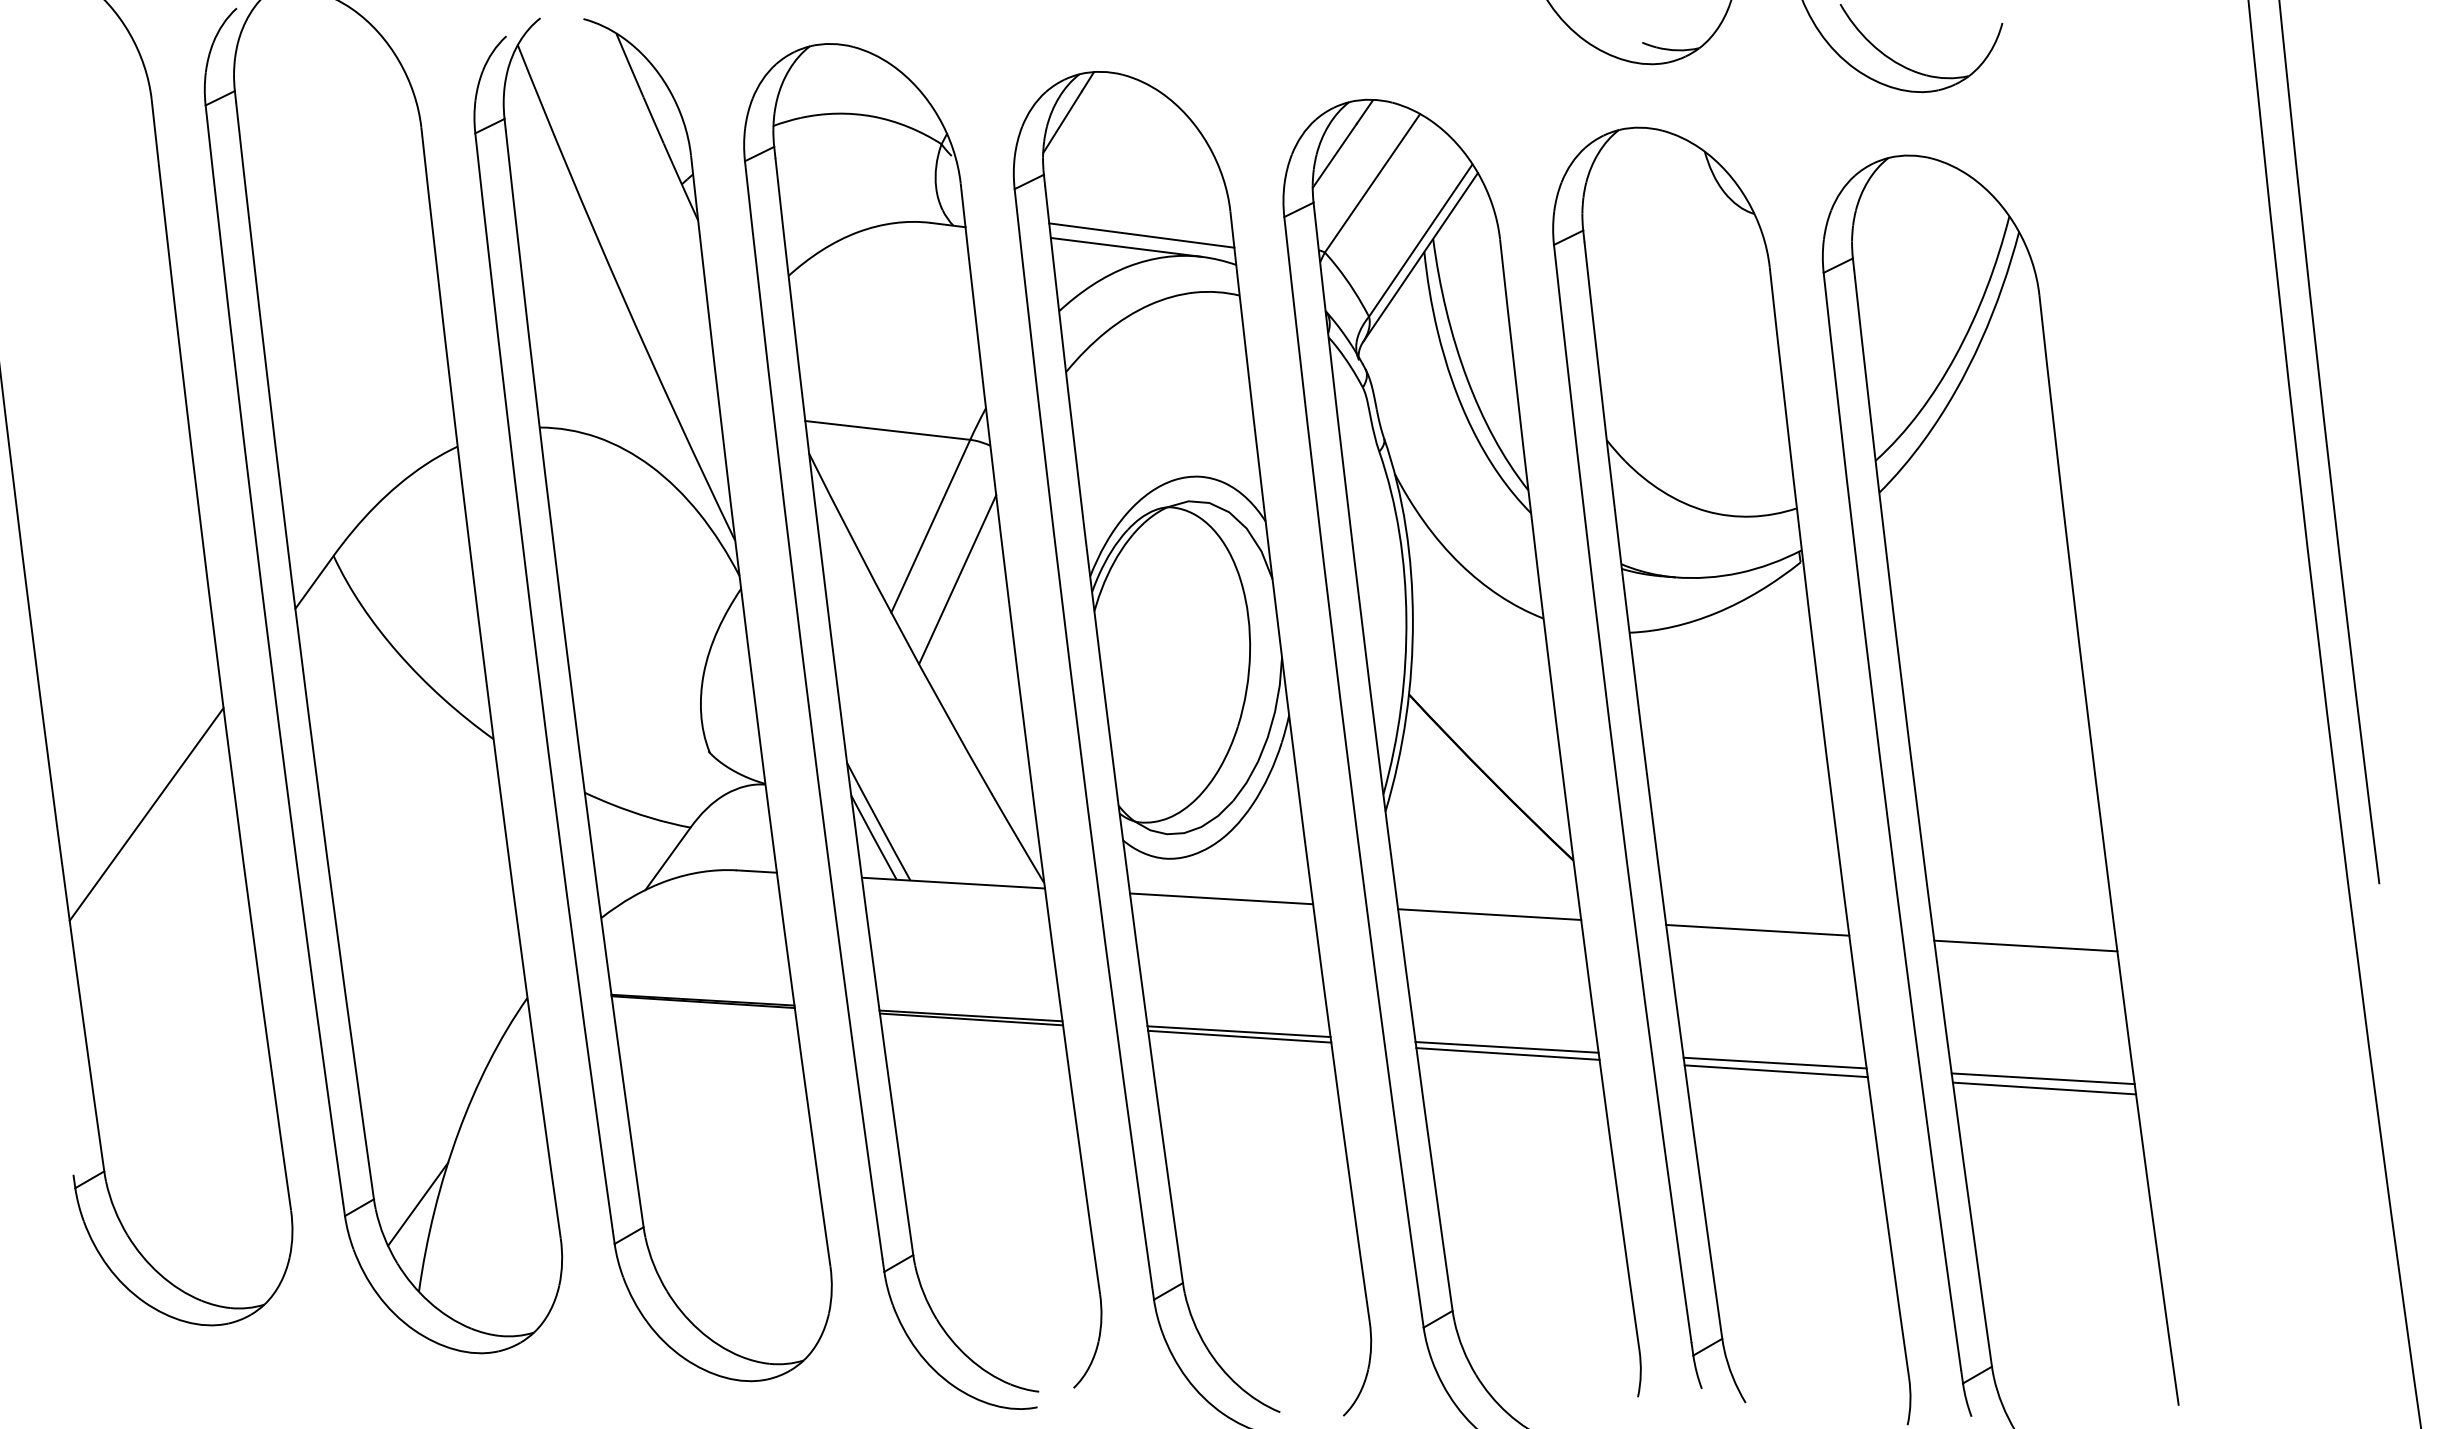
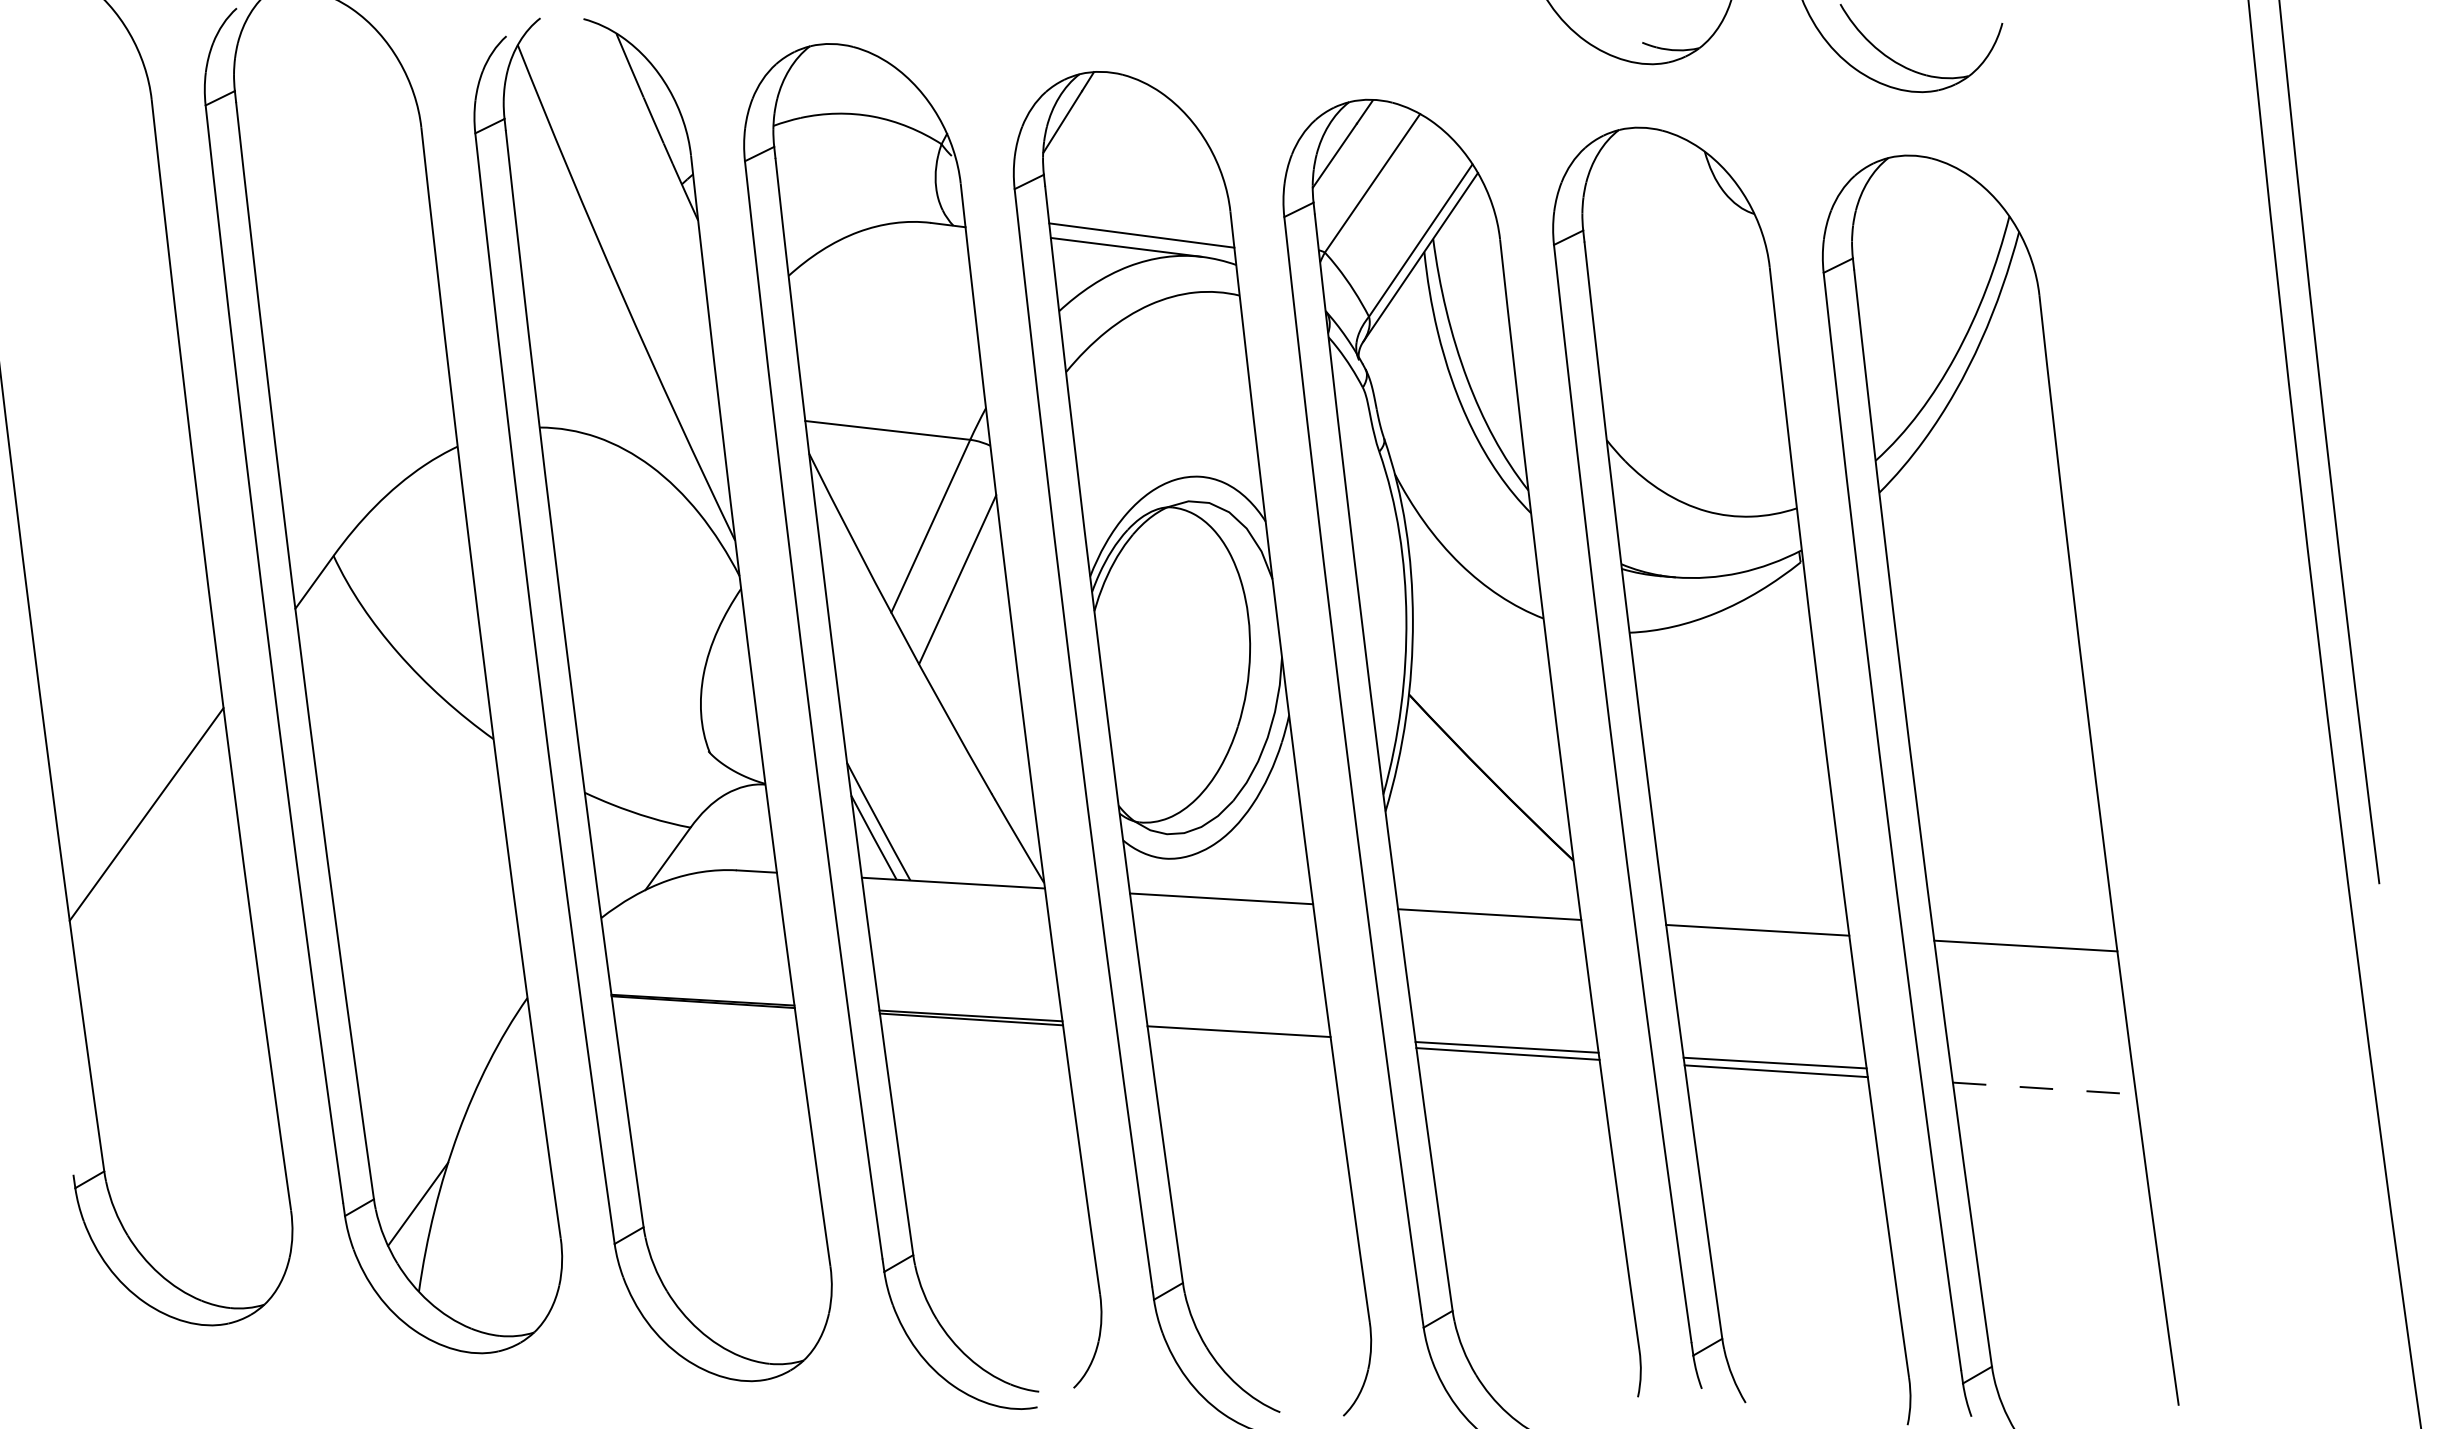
line at (1239, 1036): present -> none
line at (2042, 1078): present -> none
line at (2044, 1088): solid -> dashed
